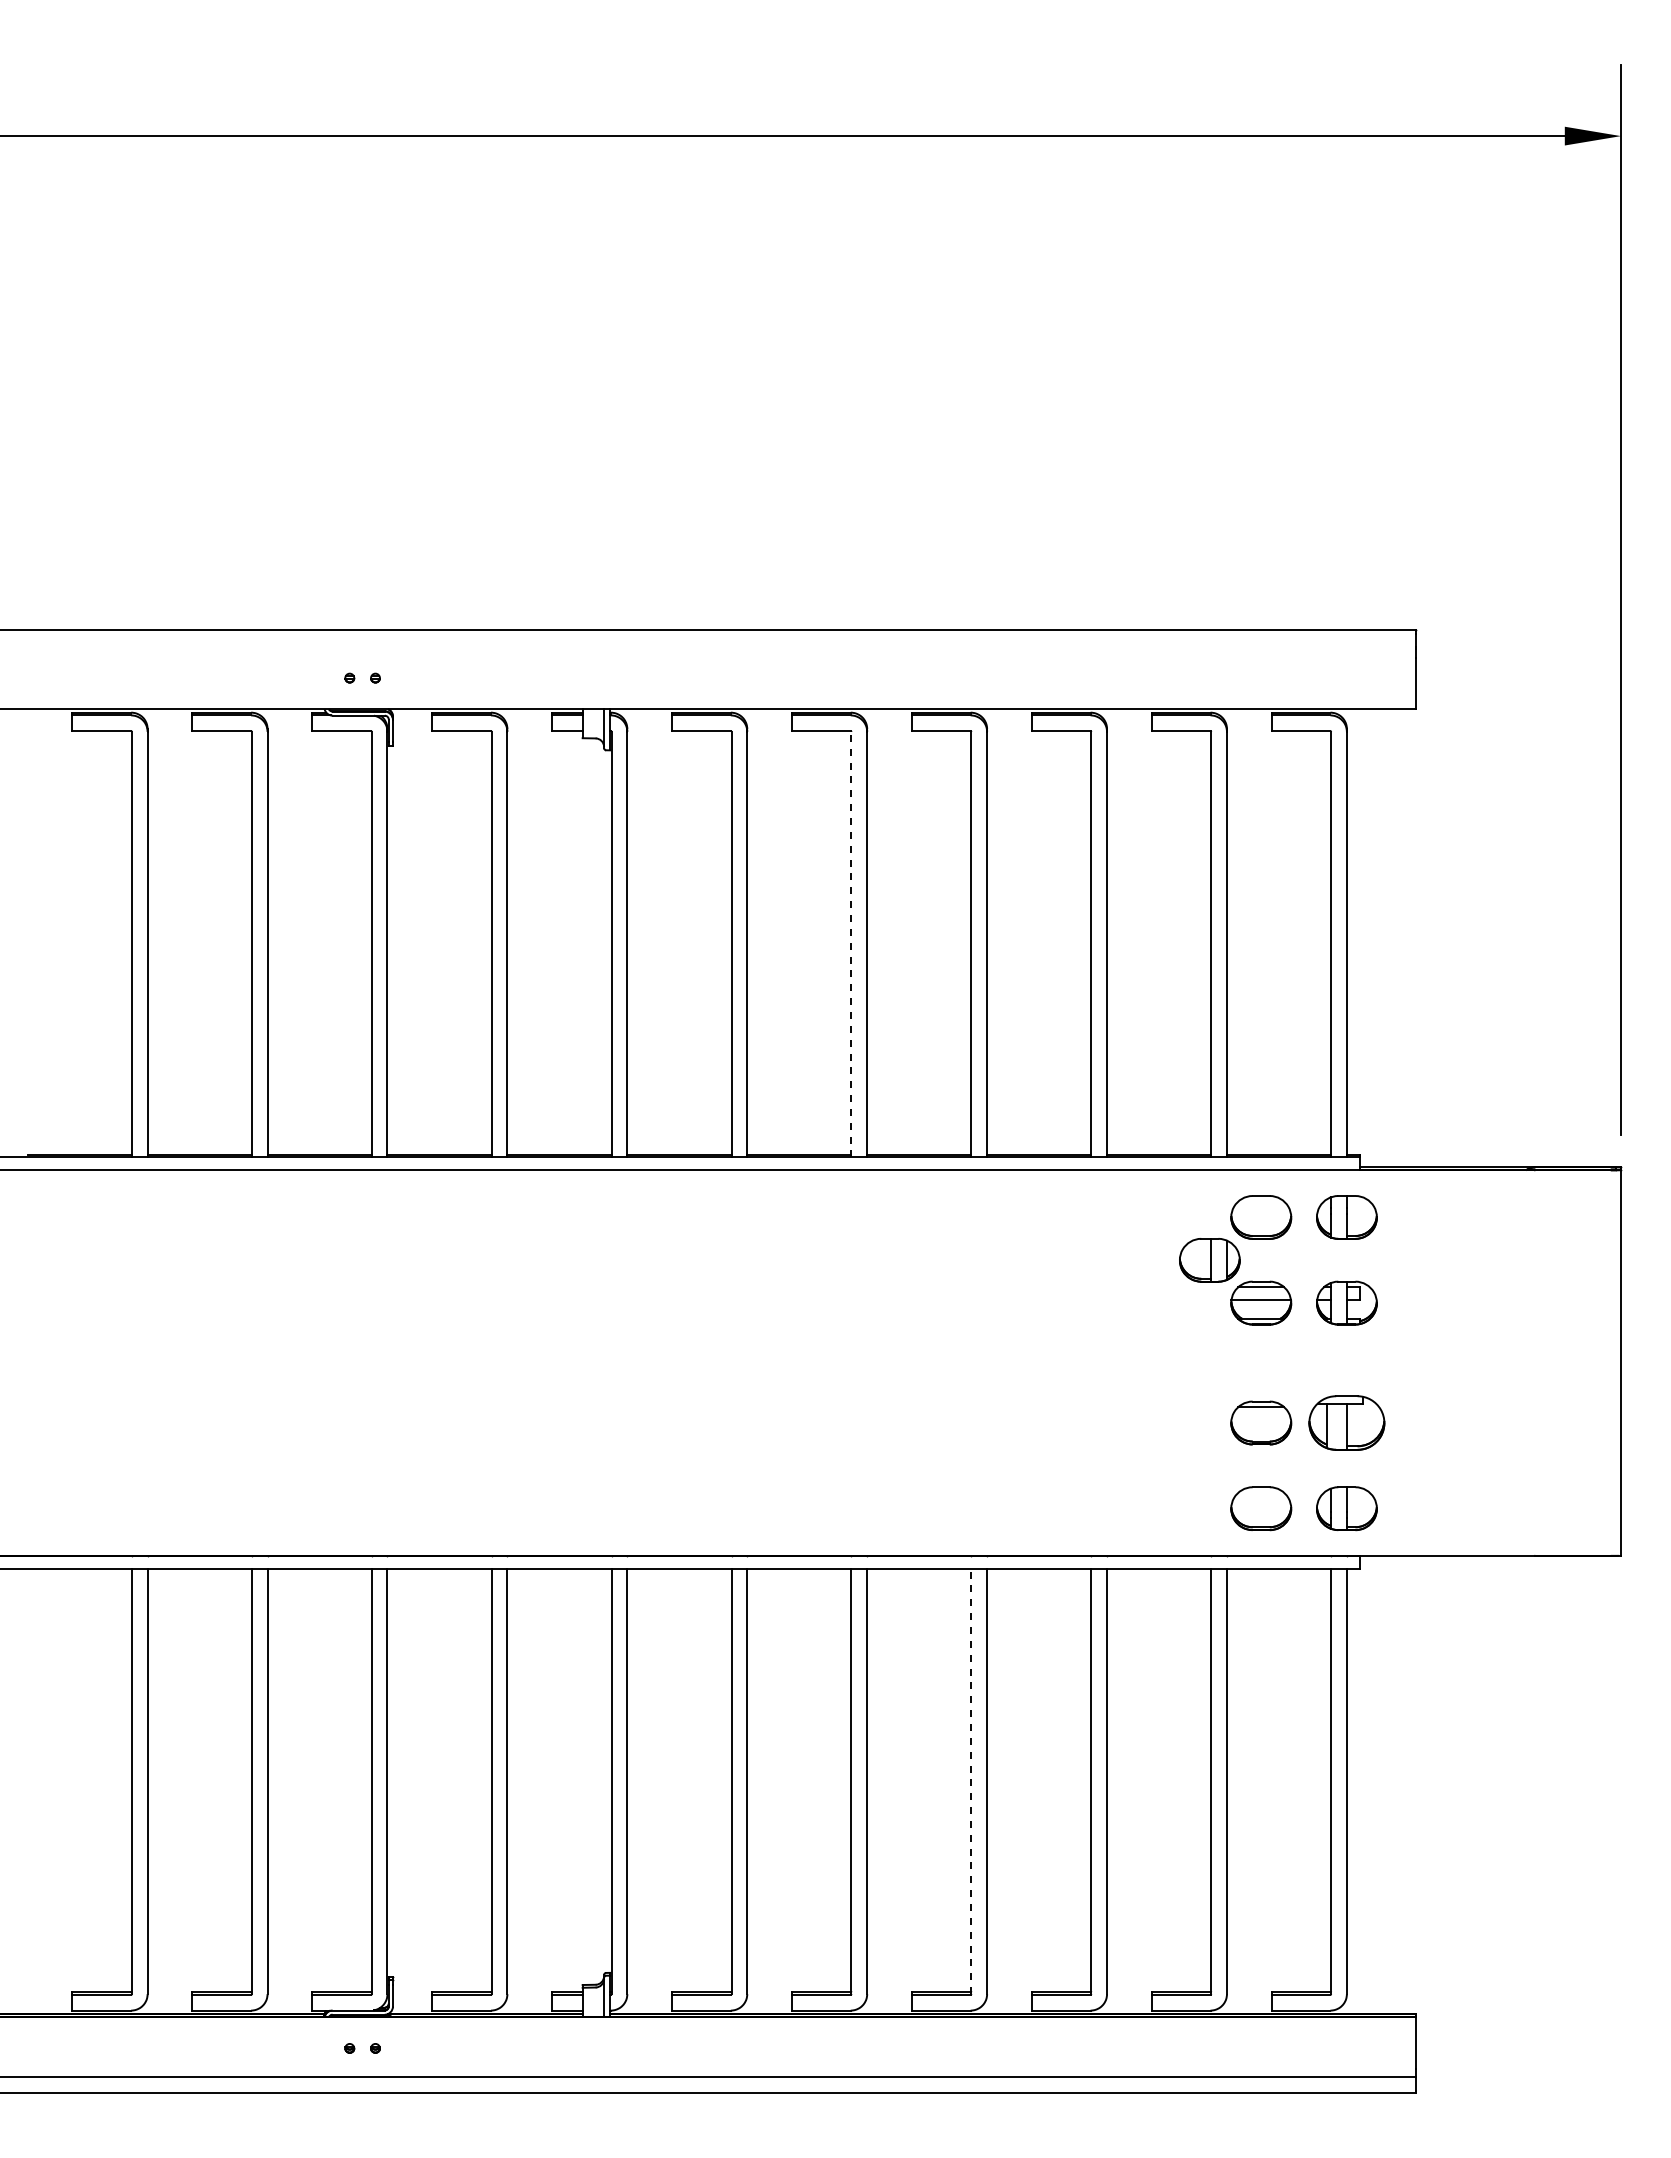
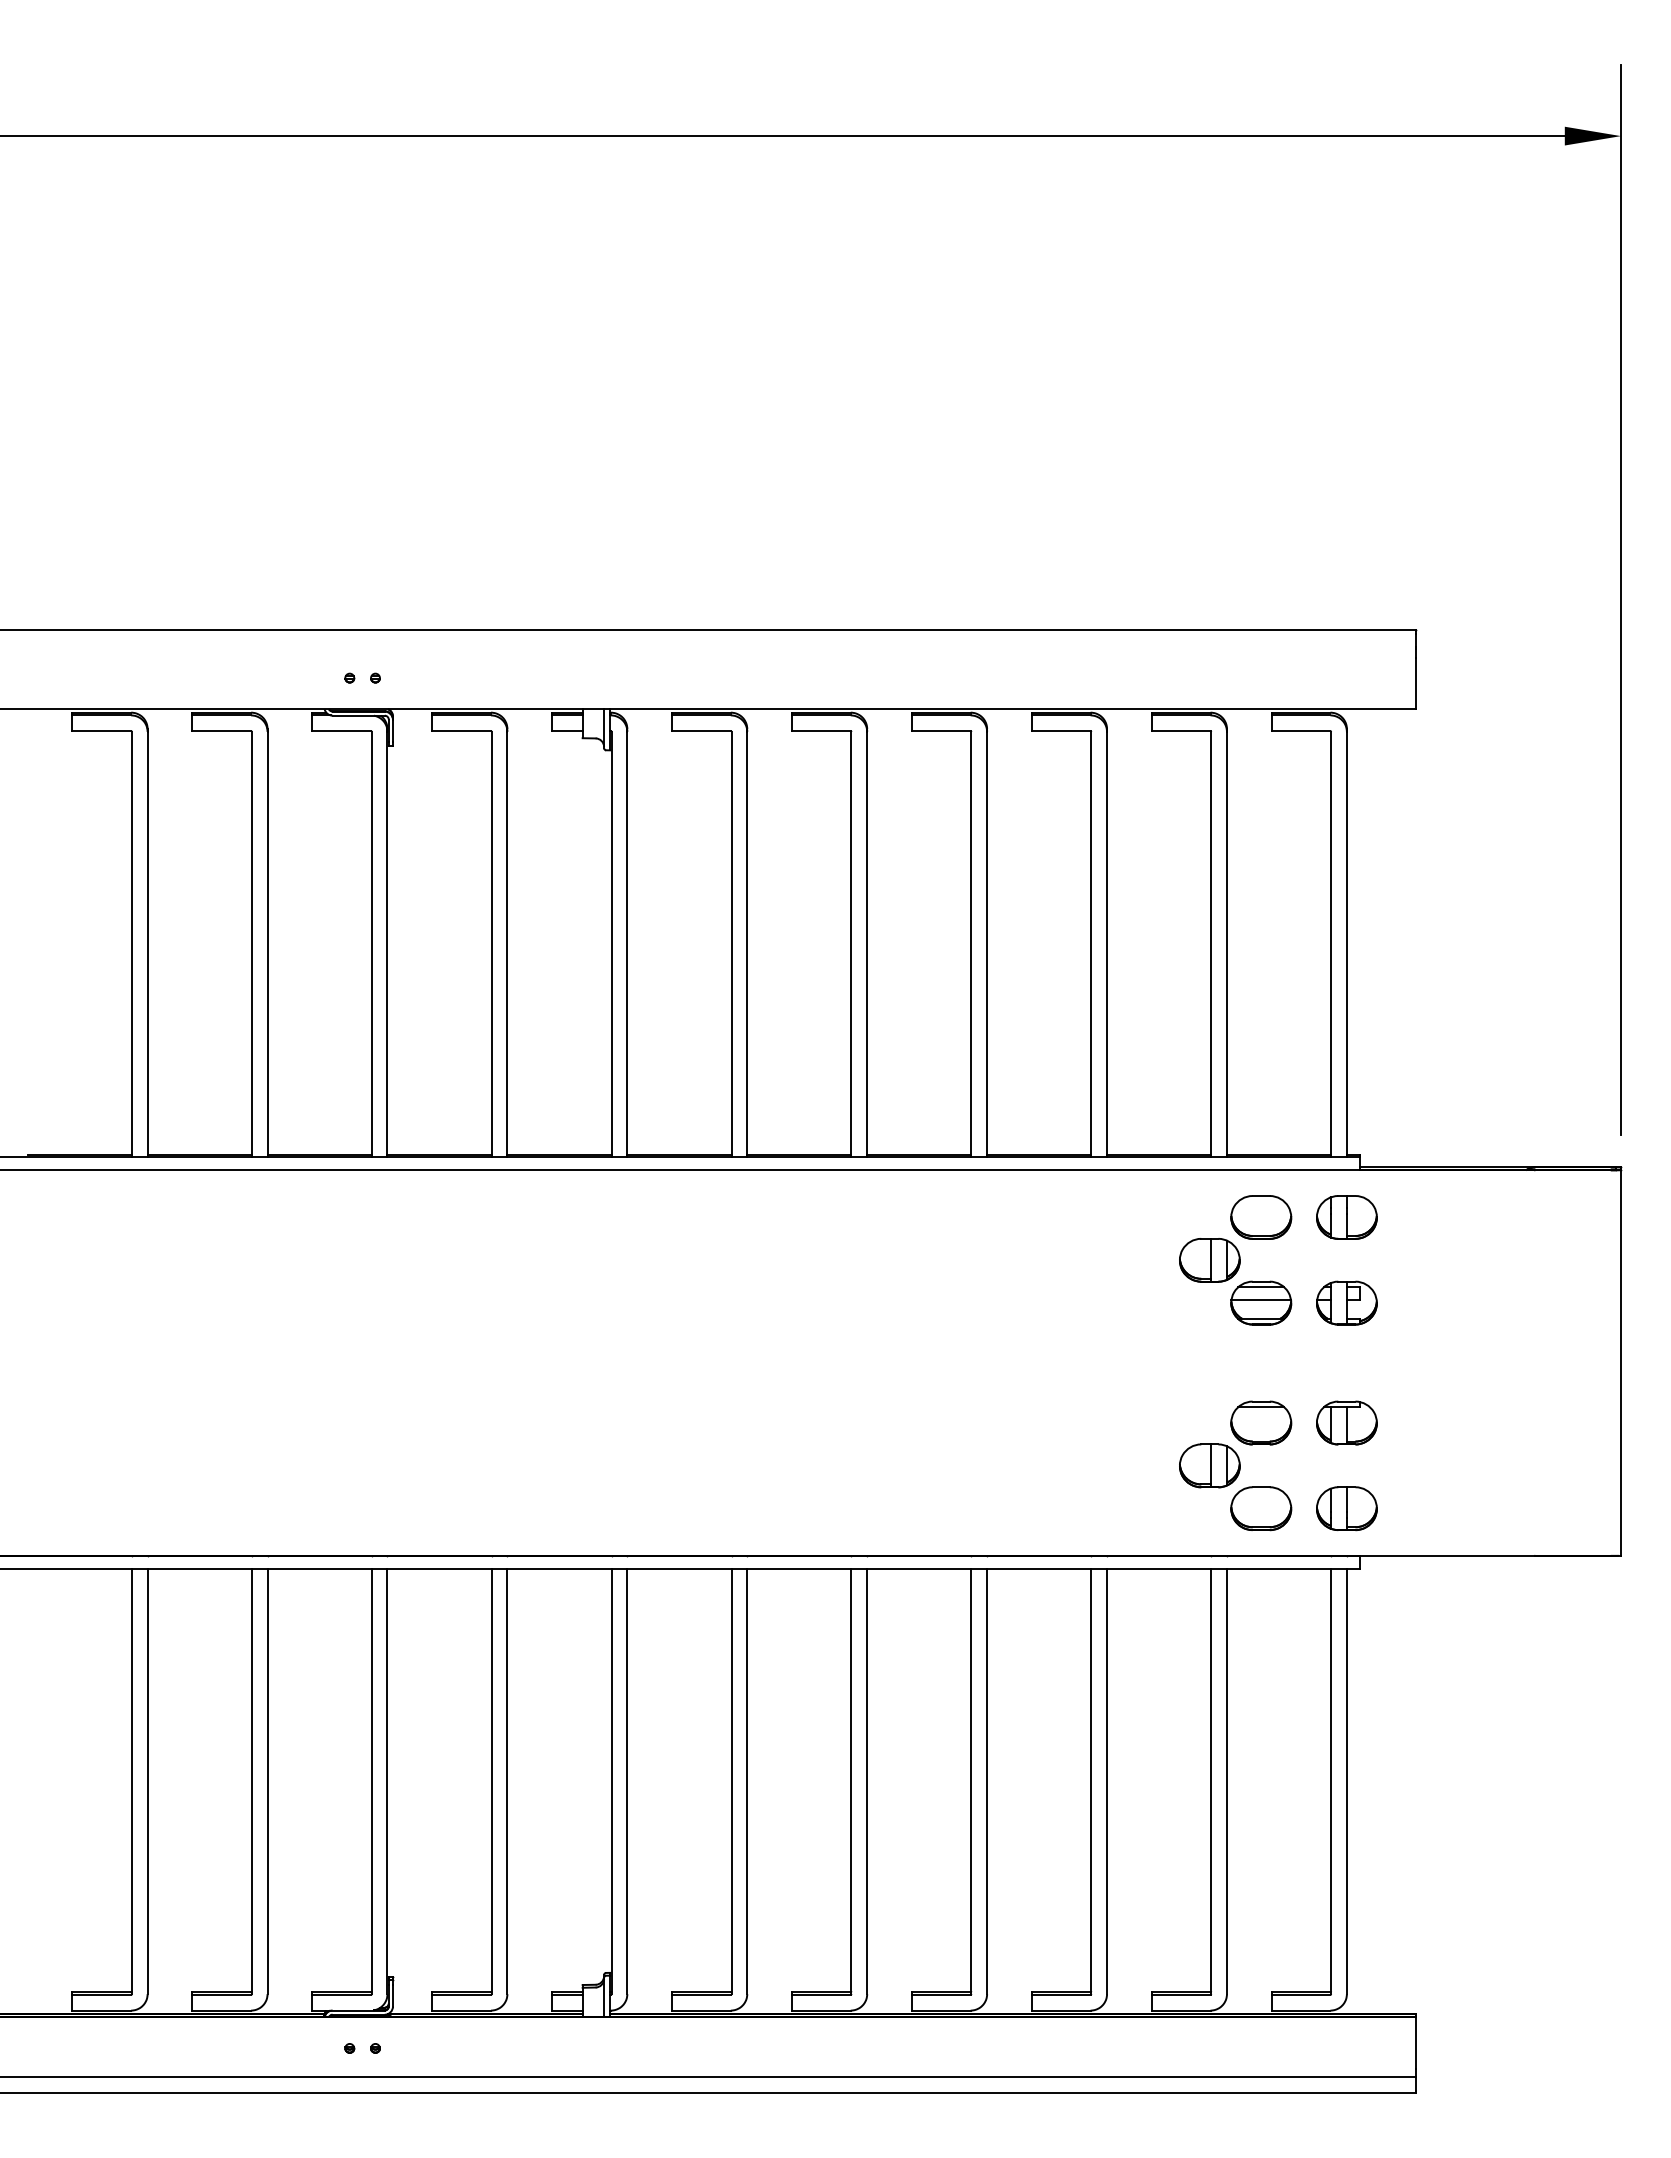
line at (851, 944): dashed -> solid
part at (1346, 1422) size: 78x56 px -> 62x46 px
part at (1209, 1465): none -> present
line at (971, 1781): dashed -> solid
